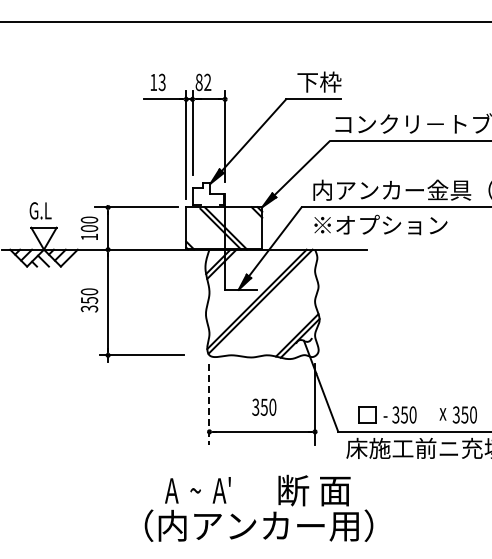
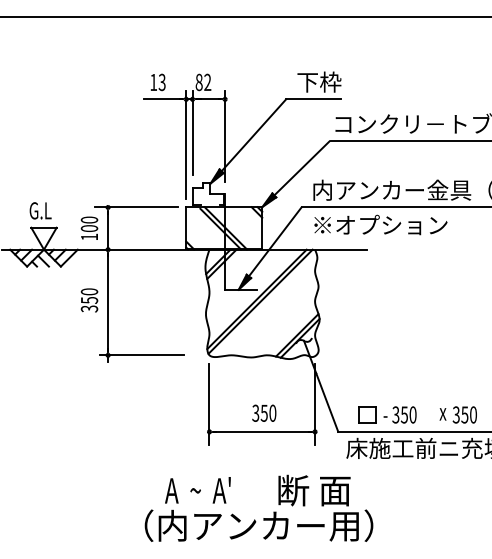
line at (245, 21) position: (245, 21) -> (245, 16)
line at (209, 404): dashed -> solid
text at (264, 406) position: (264, 406) -> (264, 412)
